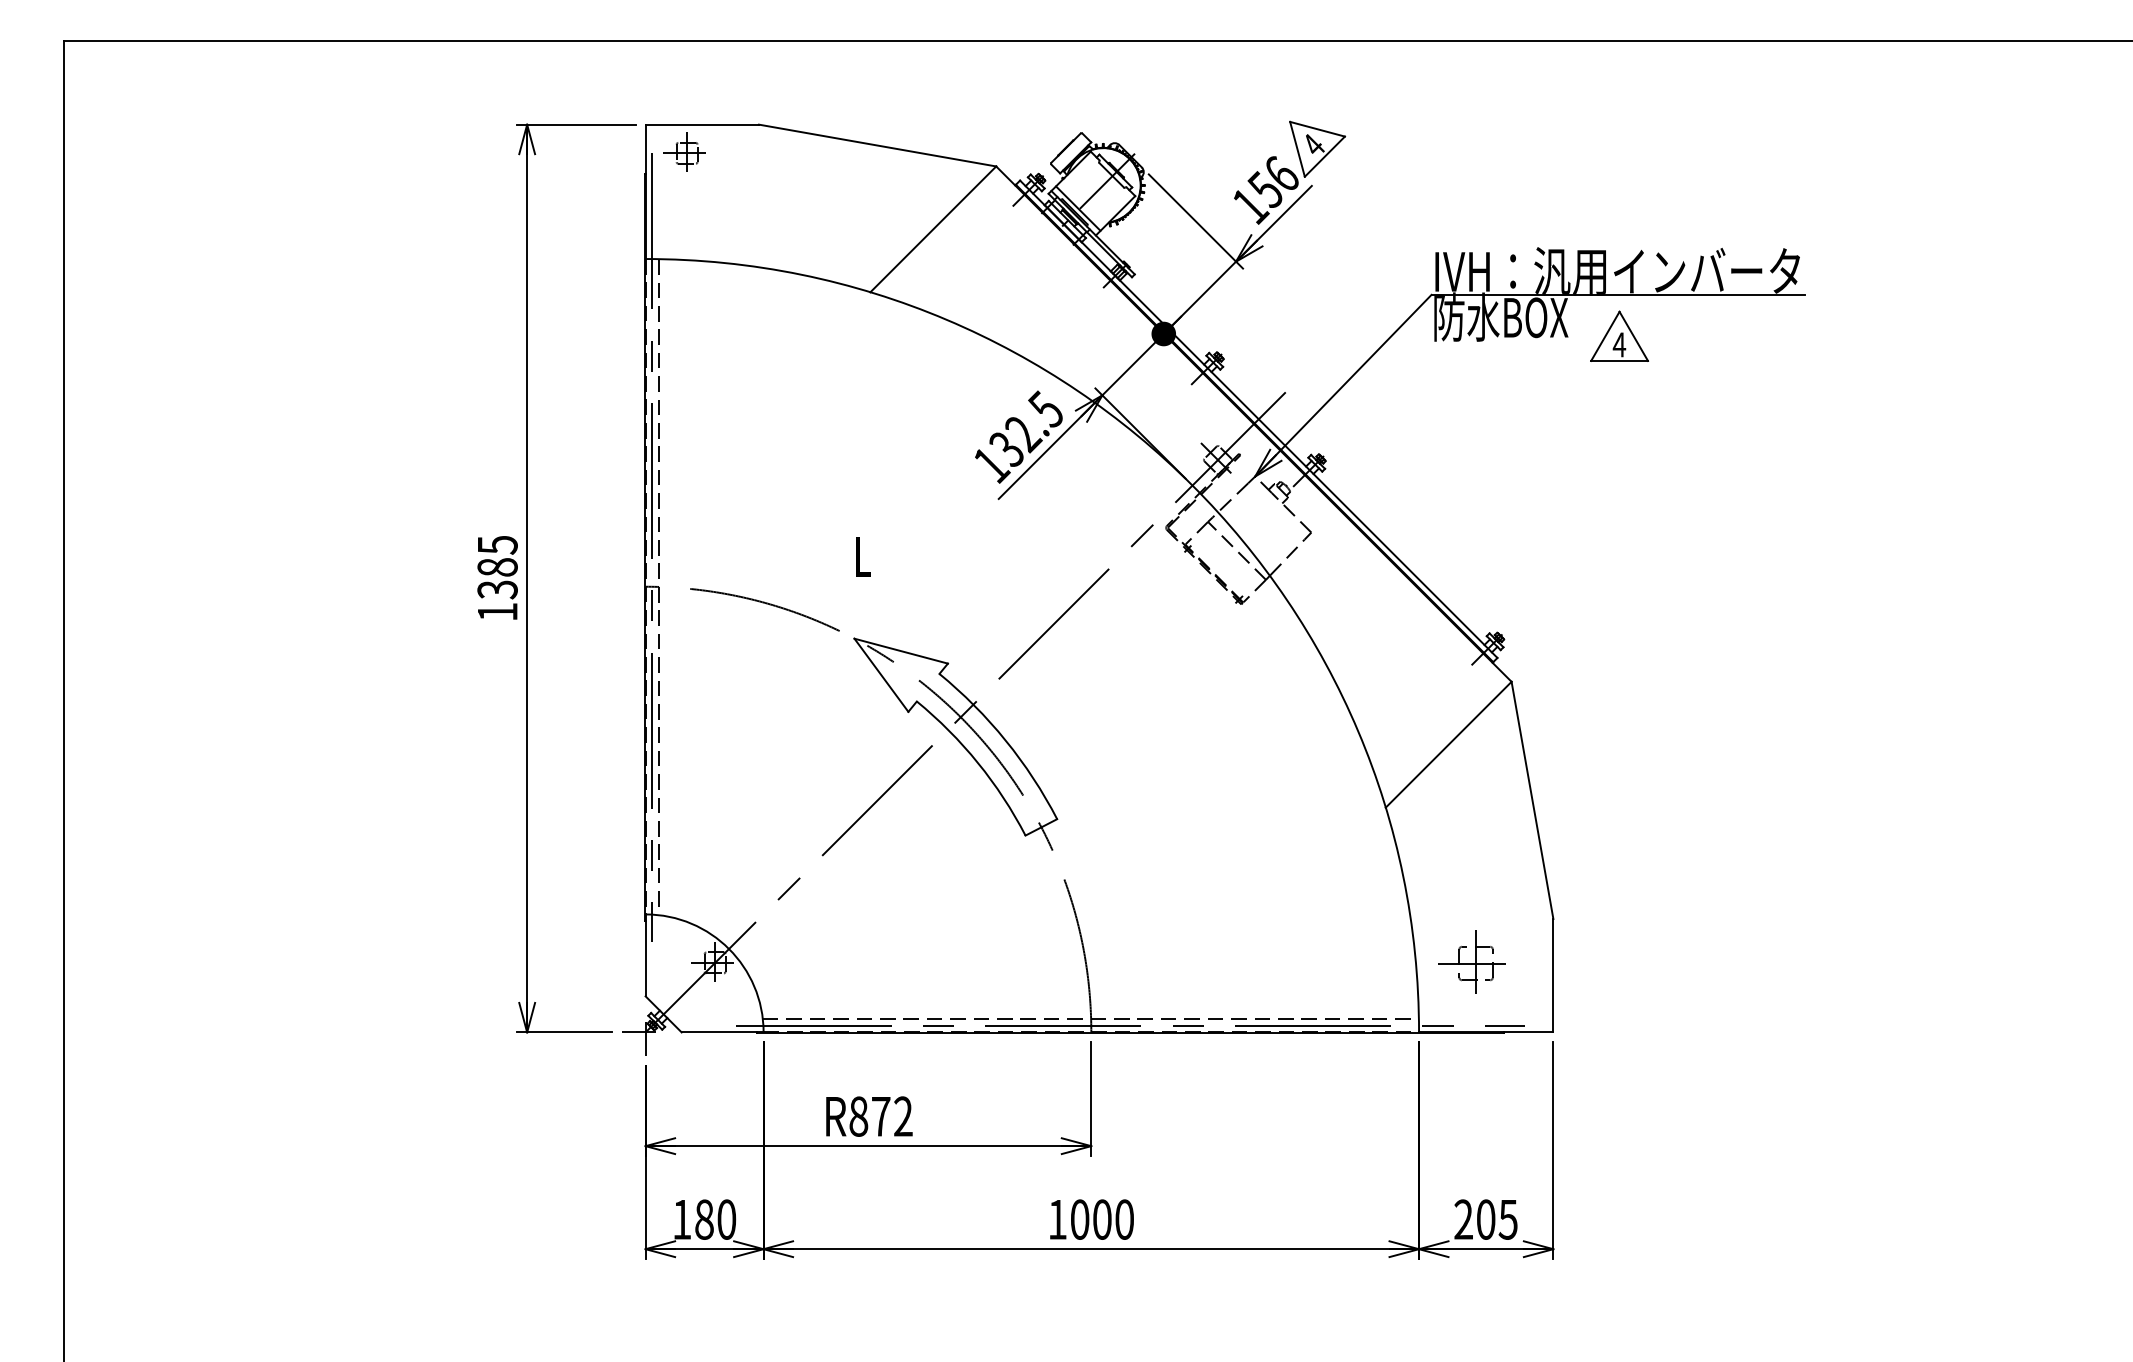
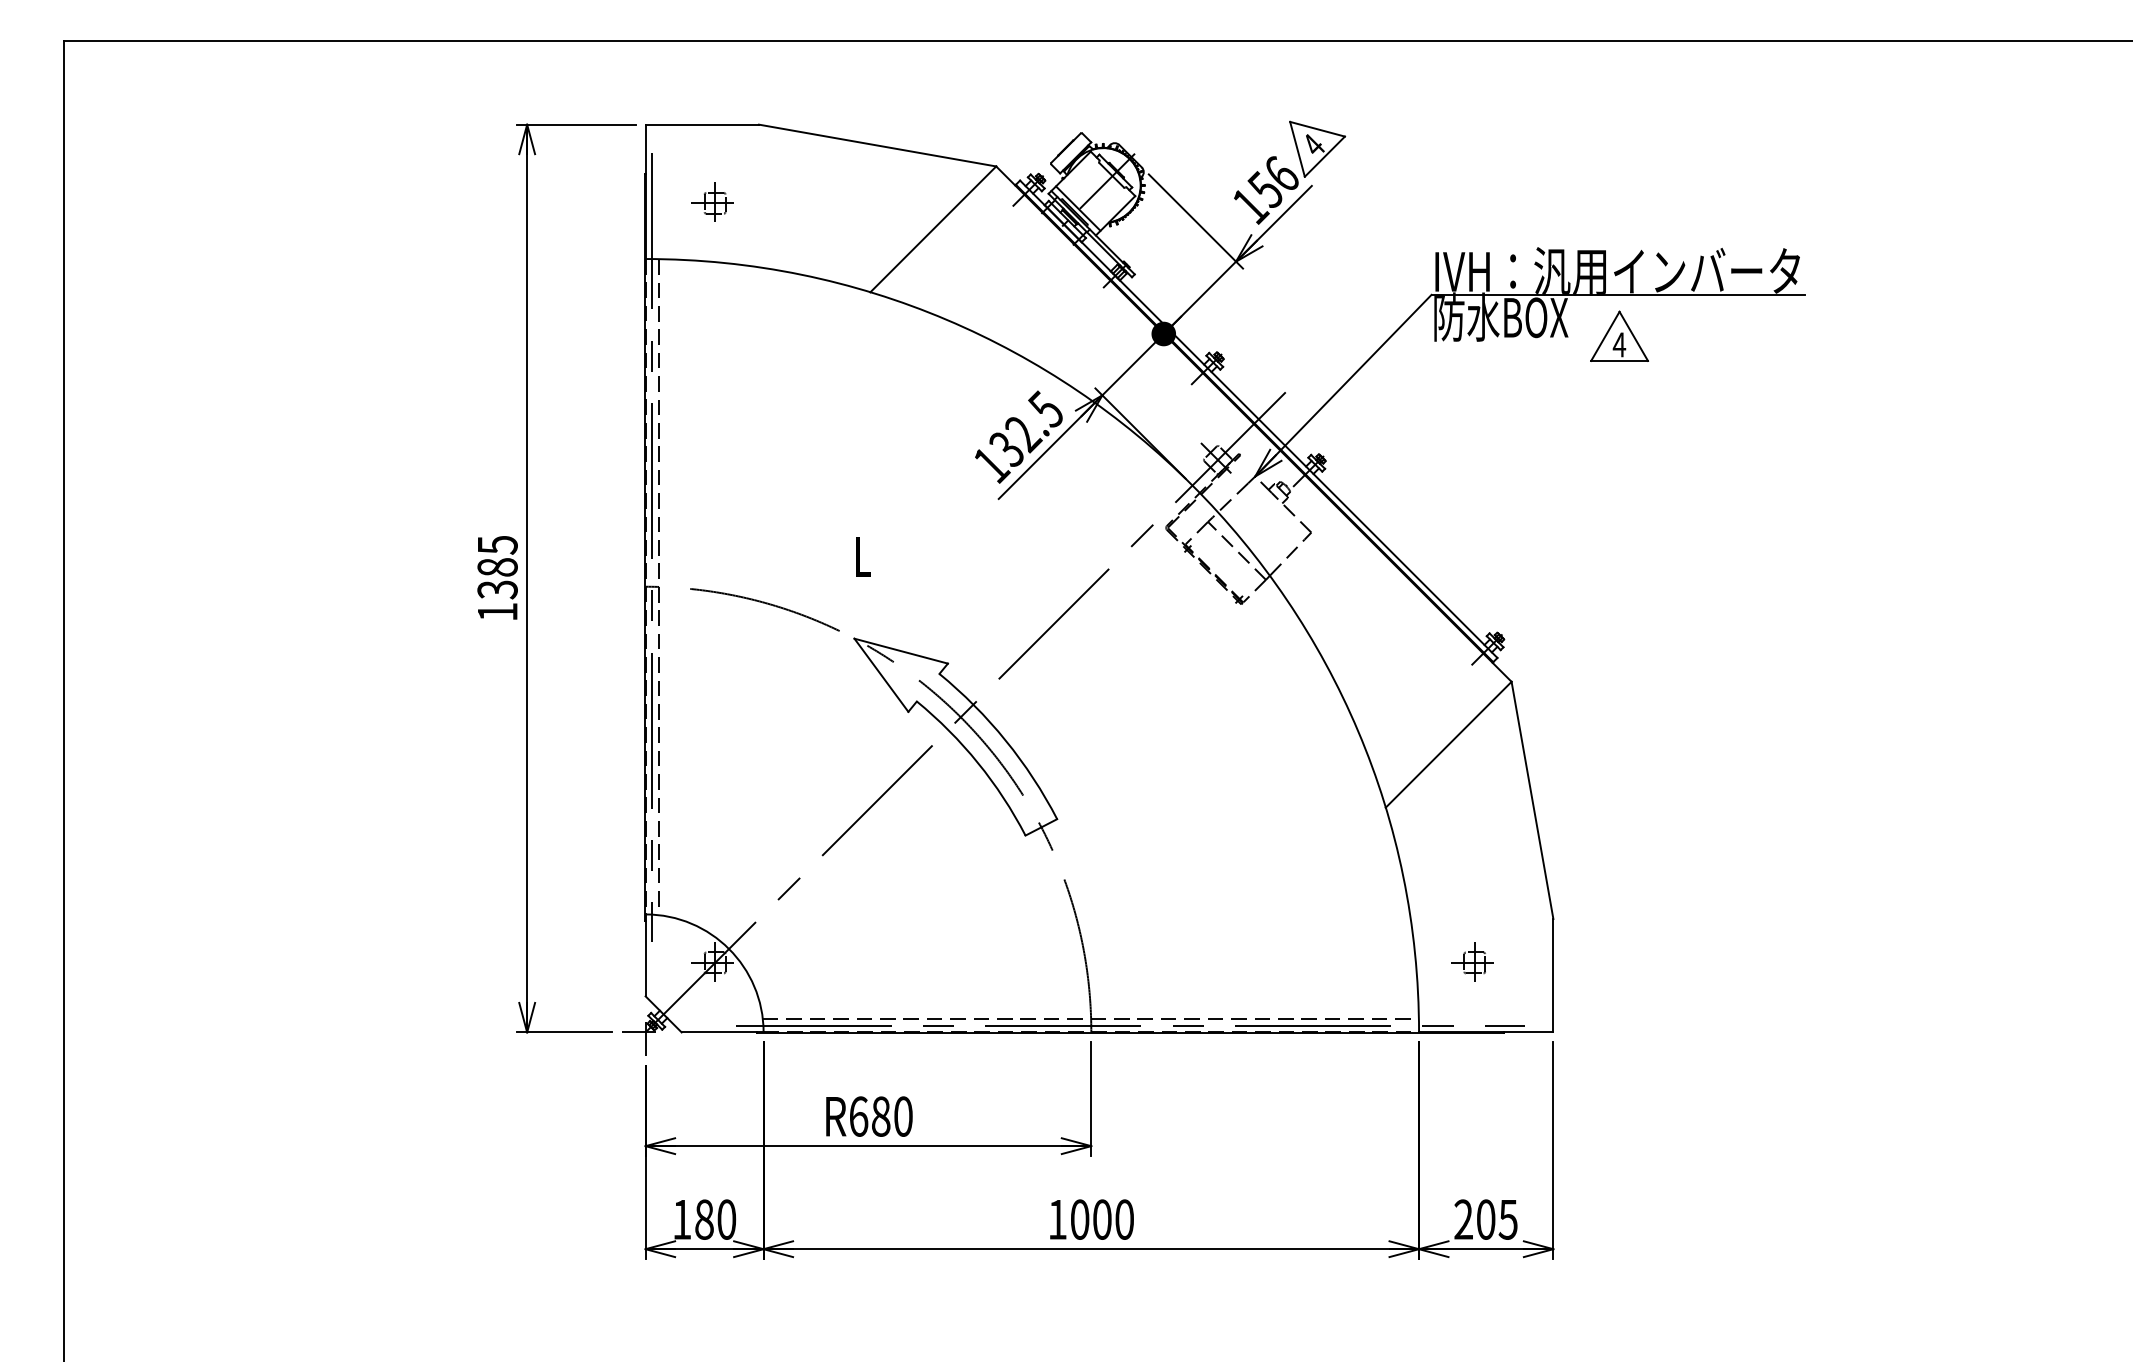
part at (684, 151) position: (684, 151) -> (712, 201)
part at (1471, 961) size: 68x64 px -> 43x40 px
text at (880, 1116): R872 -> R680
